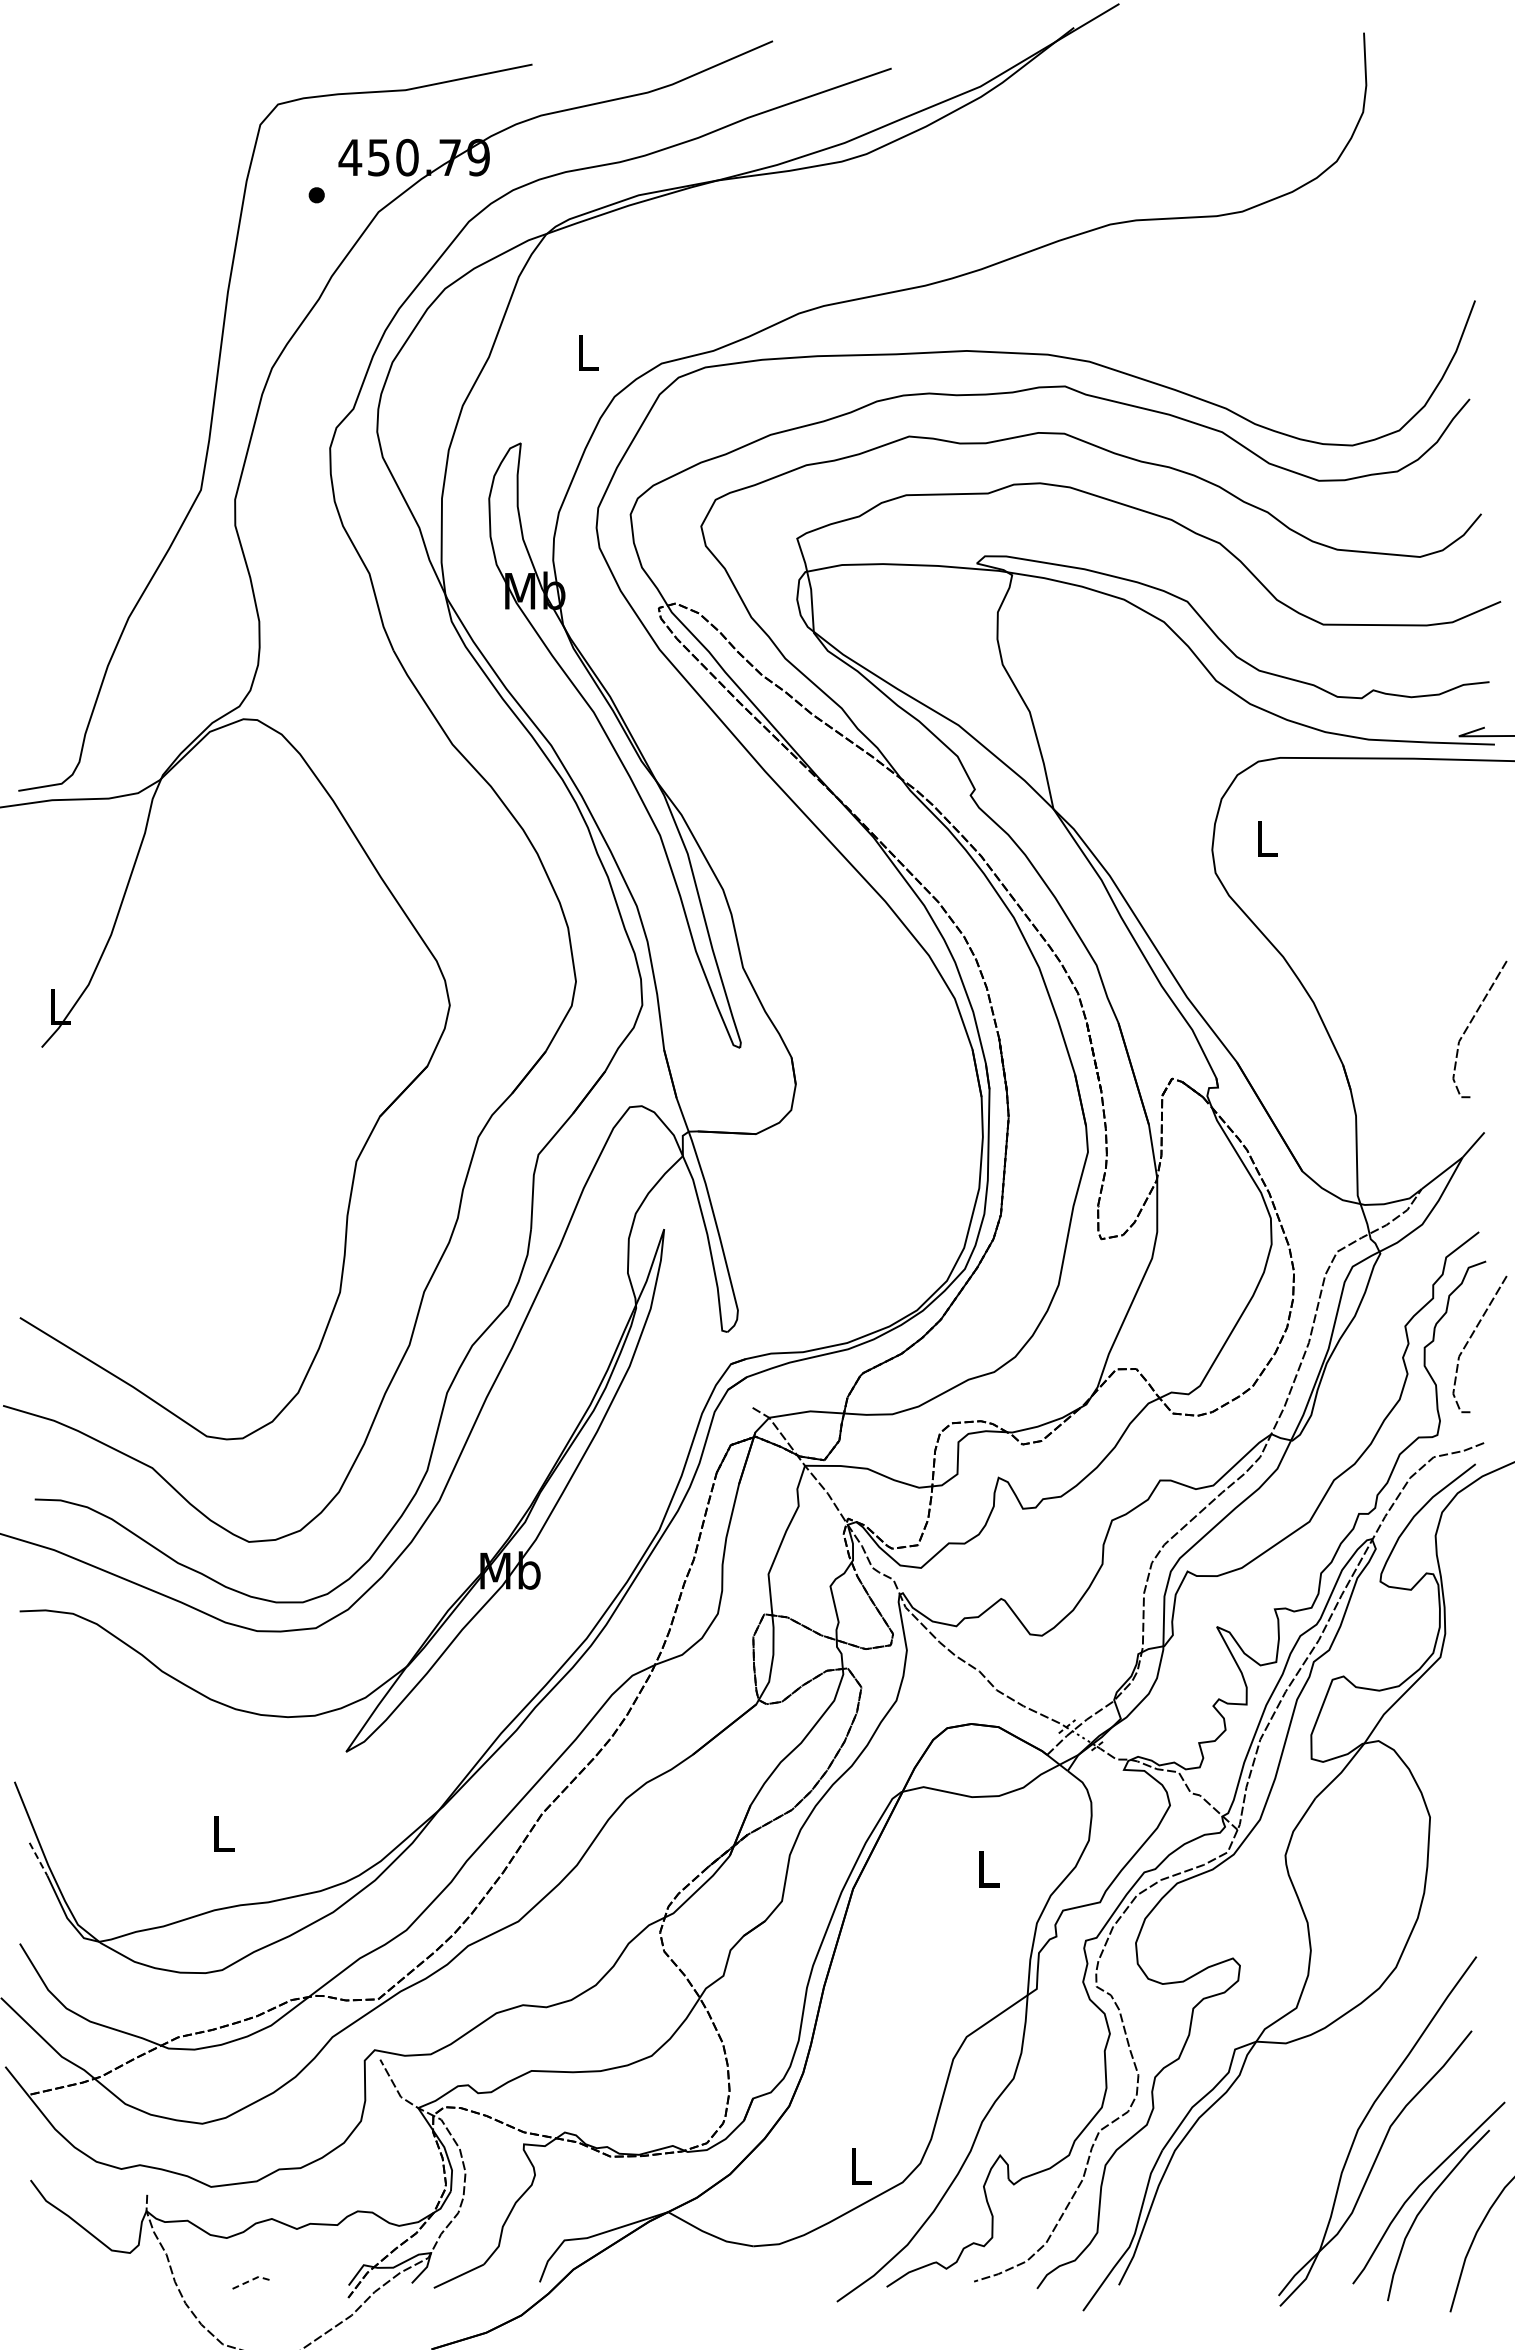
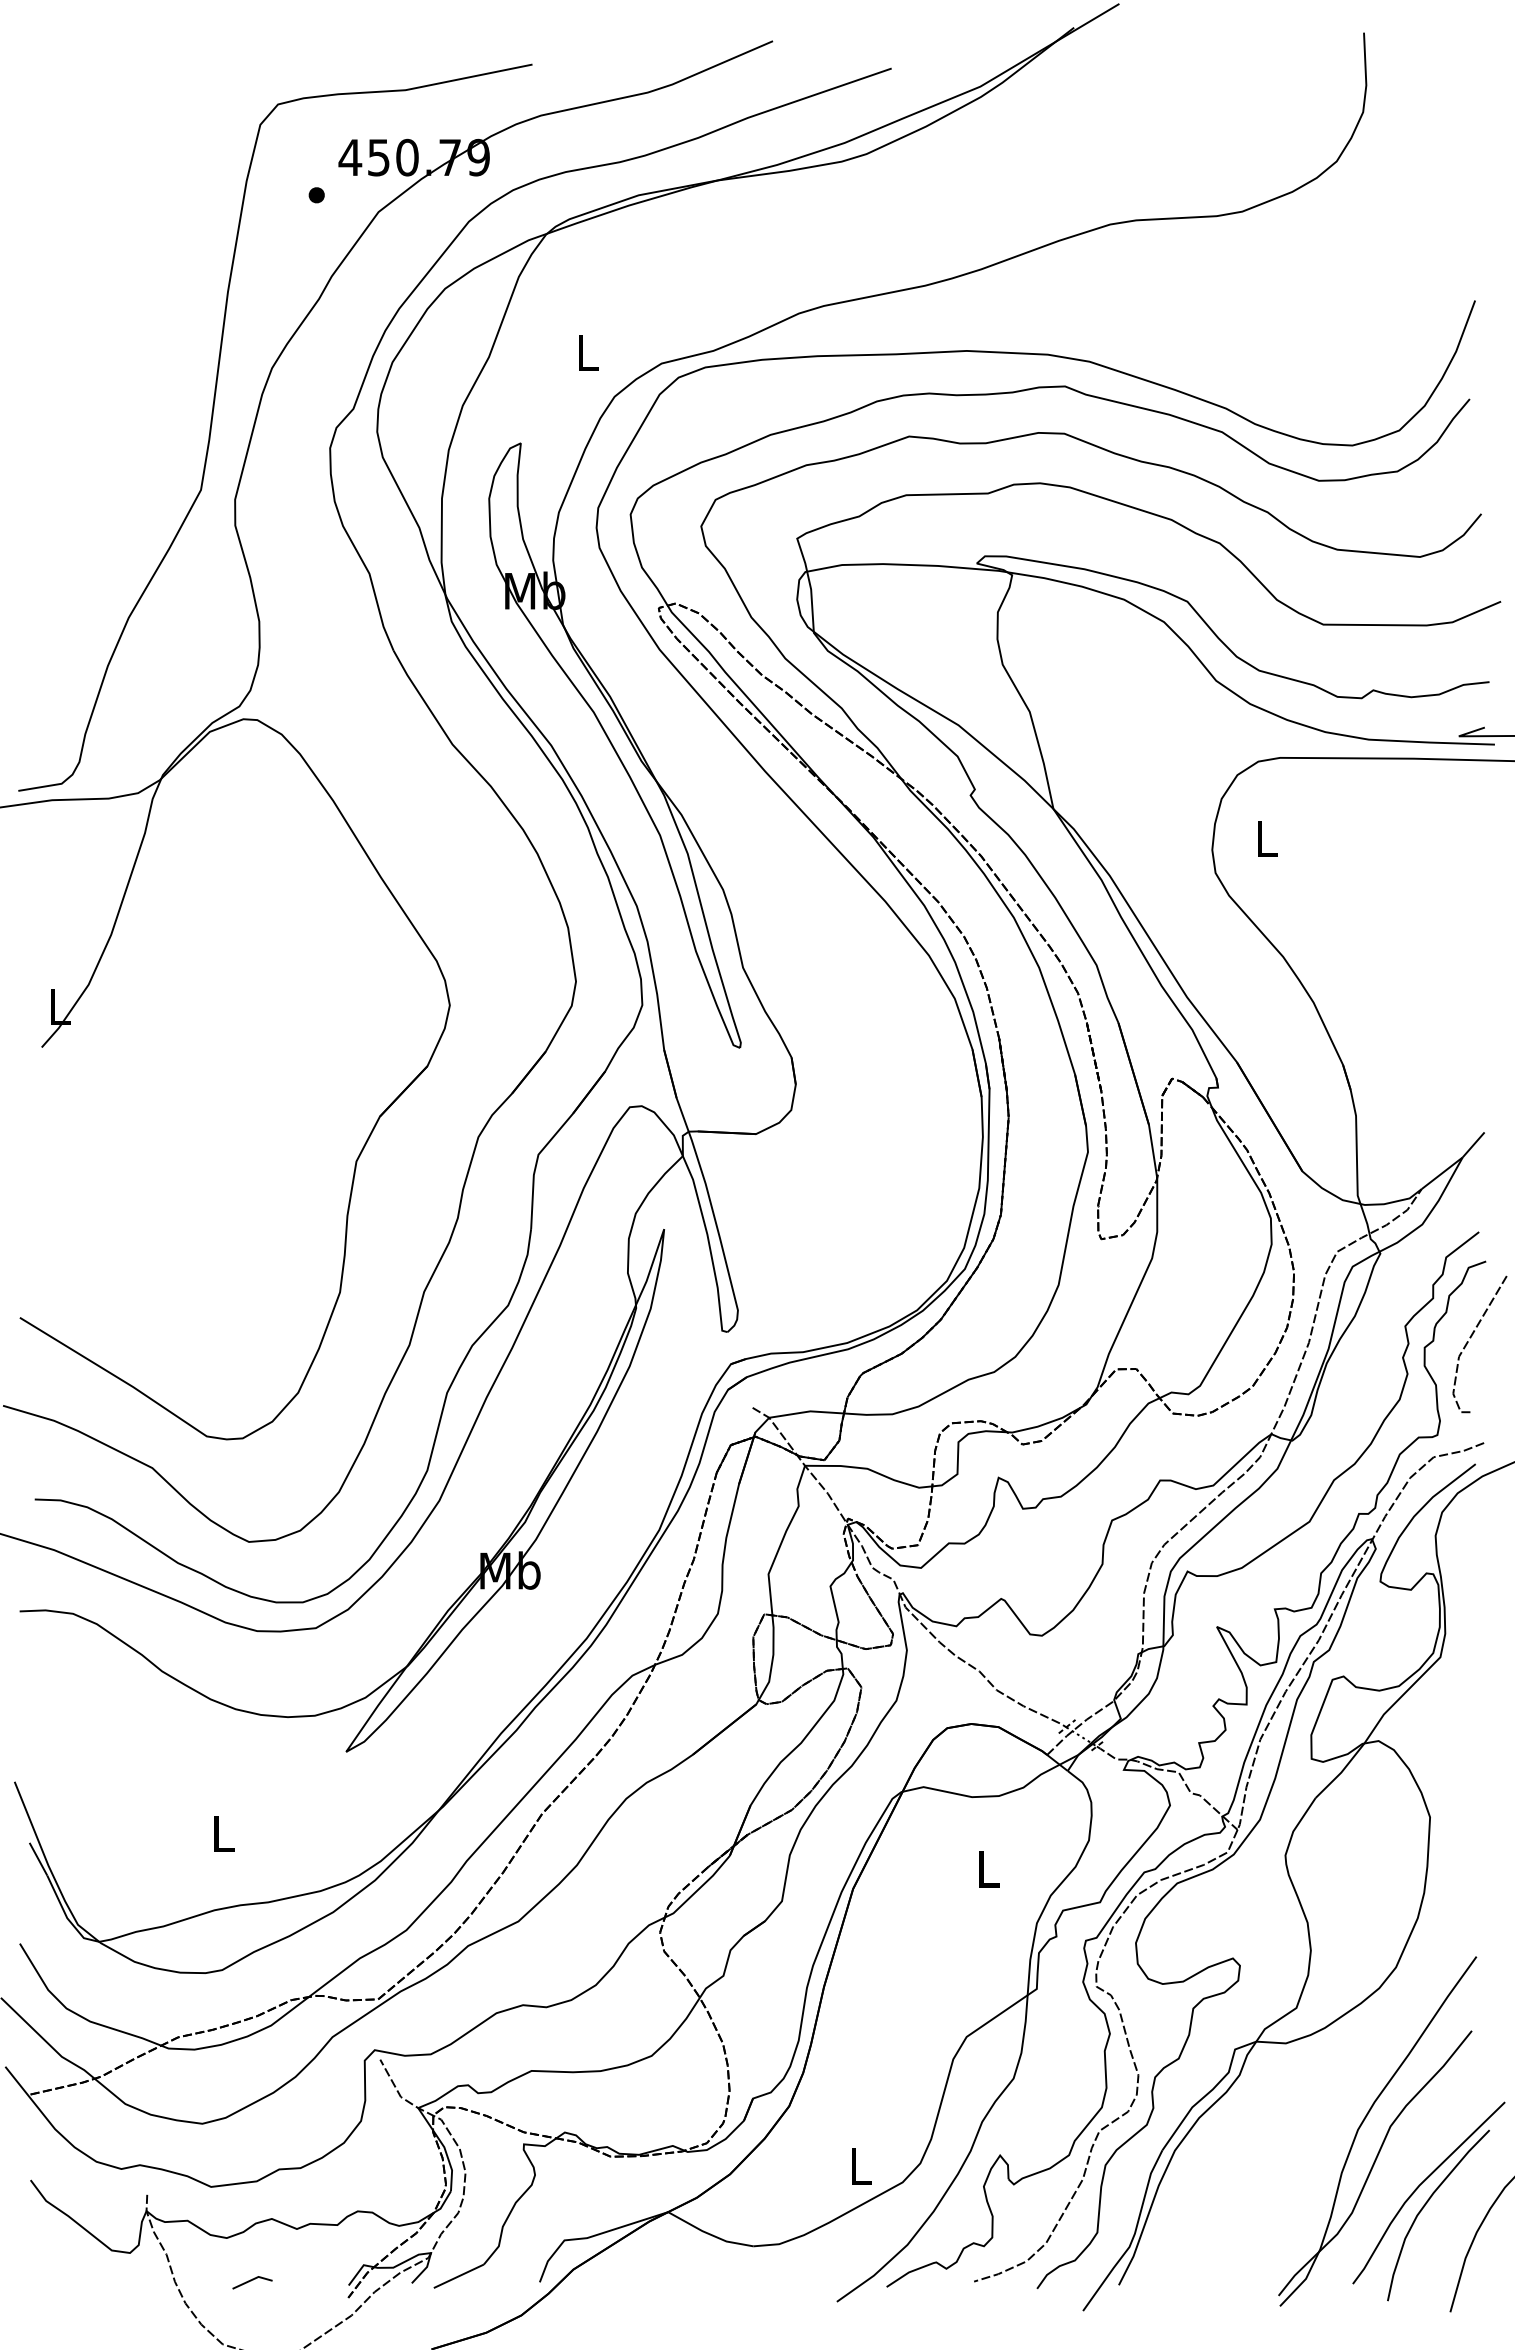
line at (1472, 1021): present -> none
line at (38, 1859): dashed -> solid
line at (253, 2279): dashed -> solid
